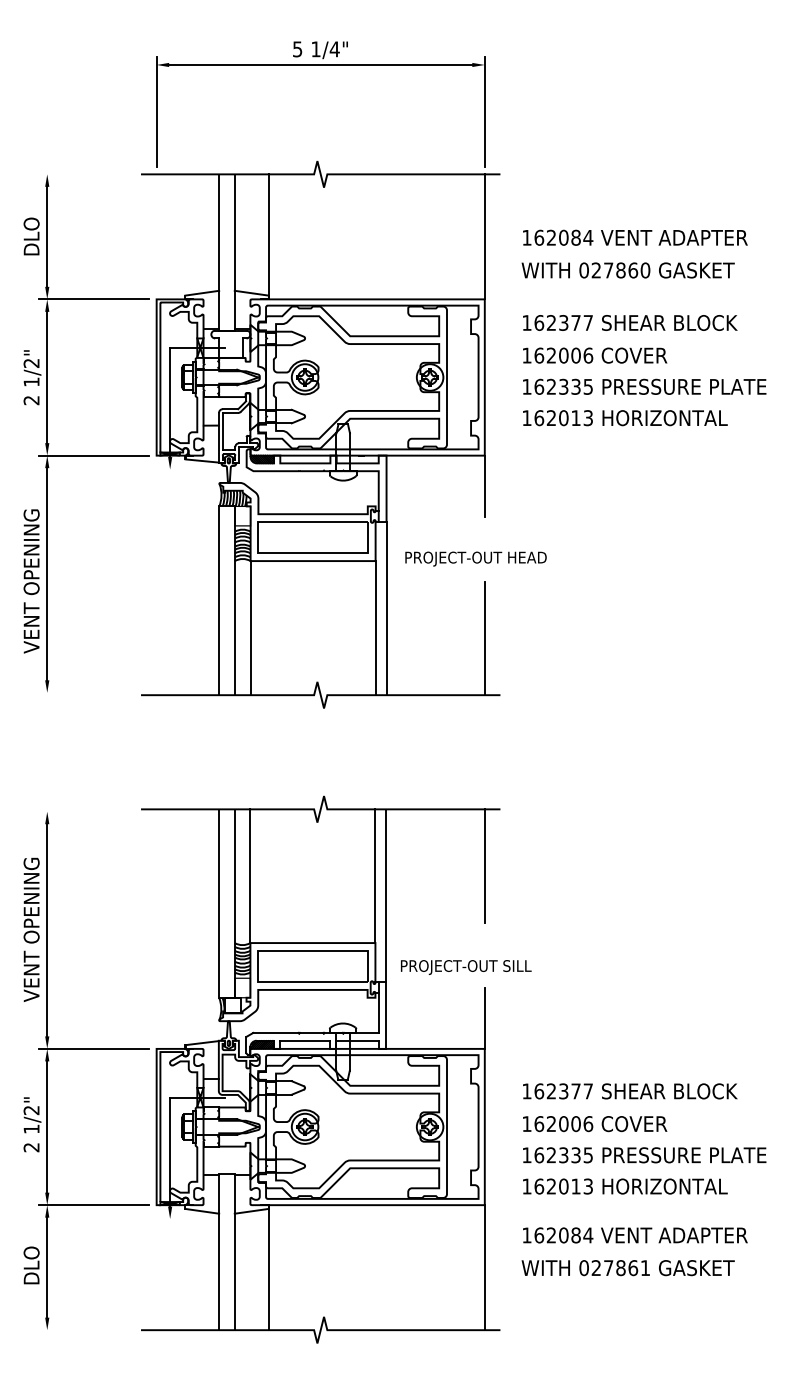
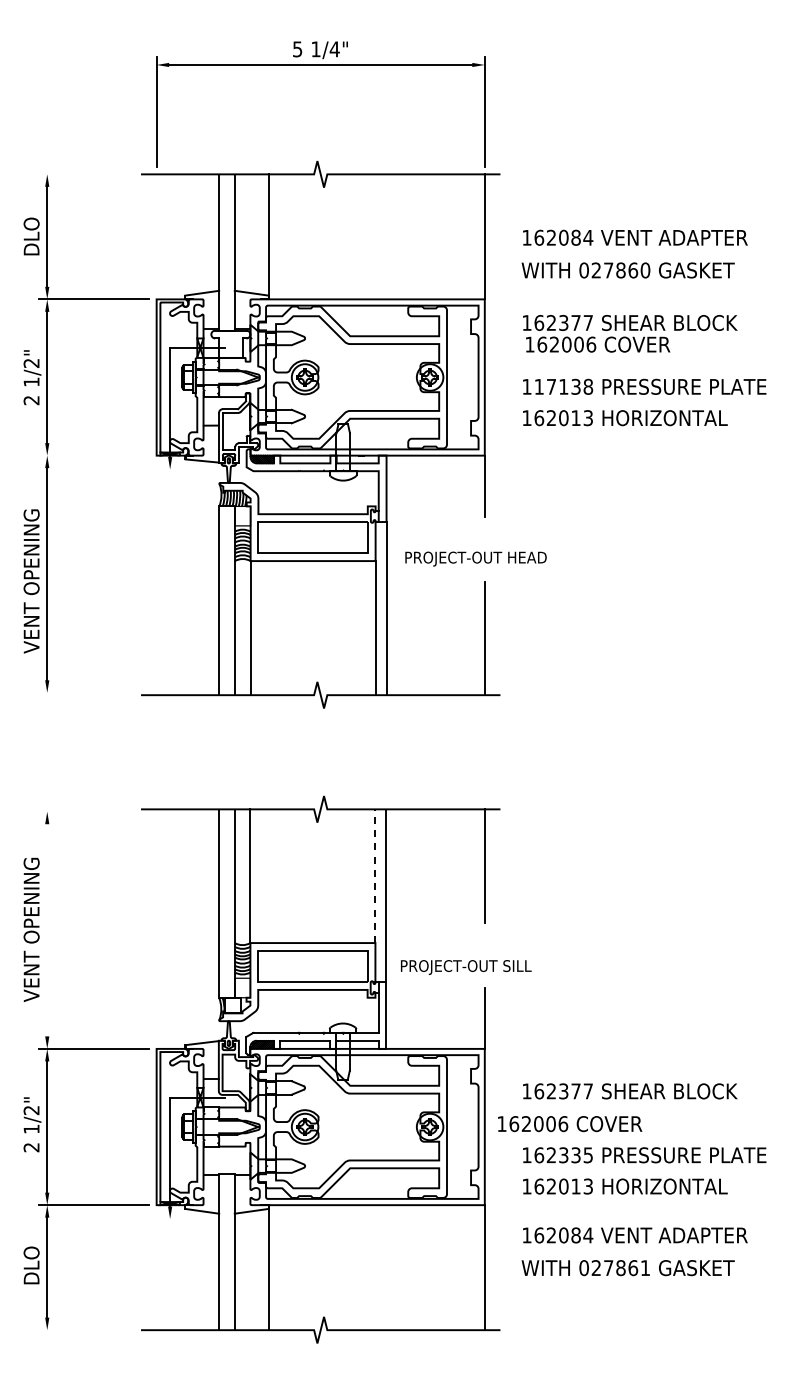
text at (595, 355) position: (595, 355) -> (598, 344)
text at (563, 386): 162335 -> 117138
line at (93, 455): present -> none
line at (375, 876): solid -> dashed
line at (47, 929): present -> none
text at (595, 1124) position: (595, 1124) -> (570, 1124)
